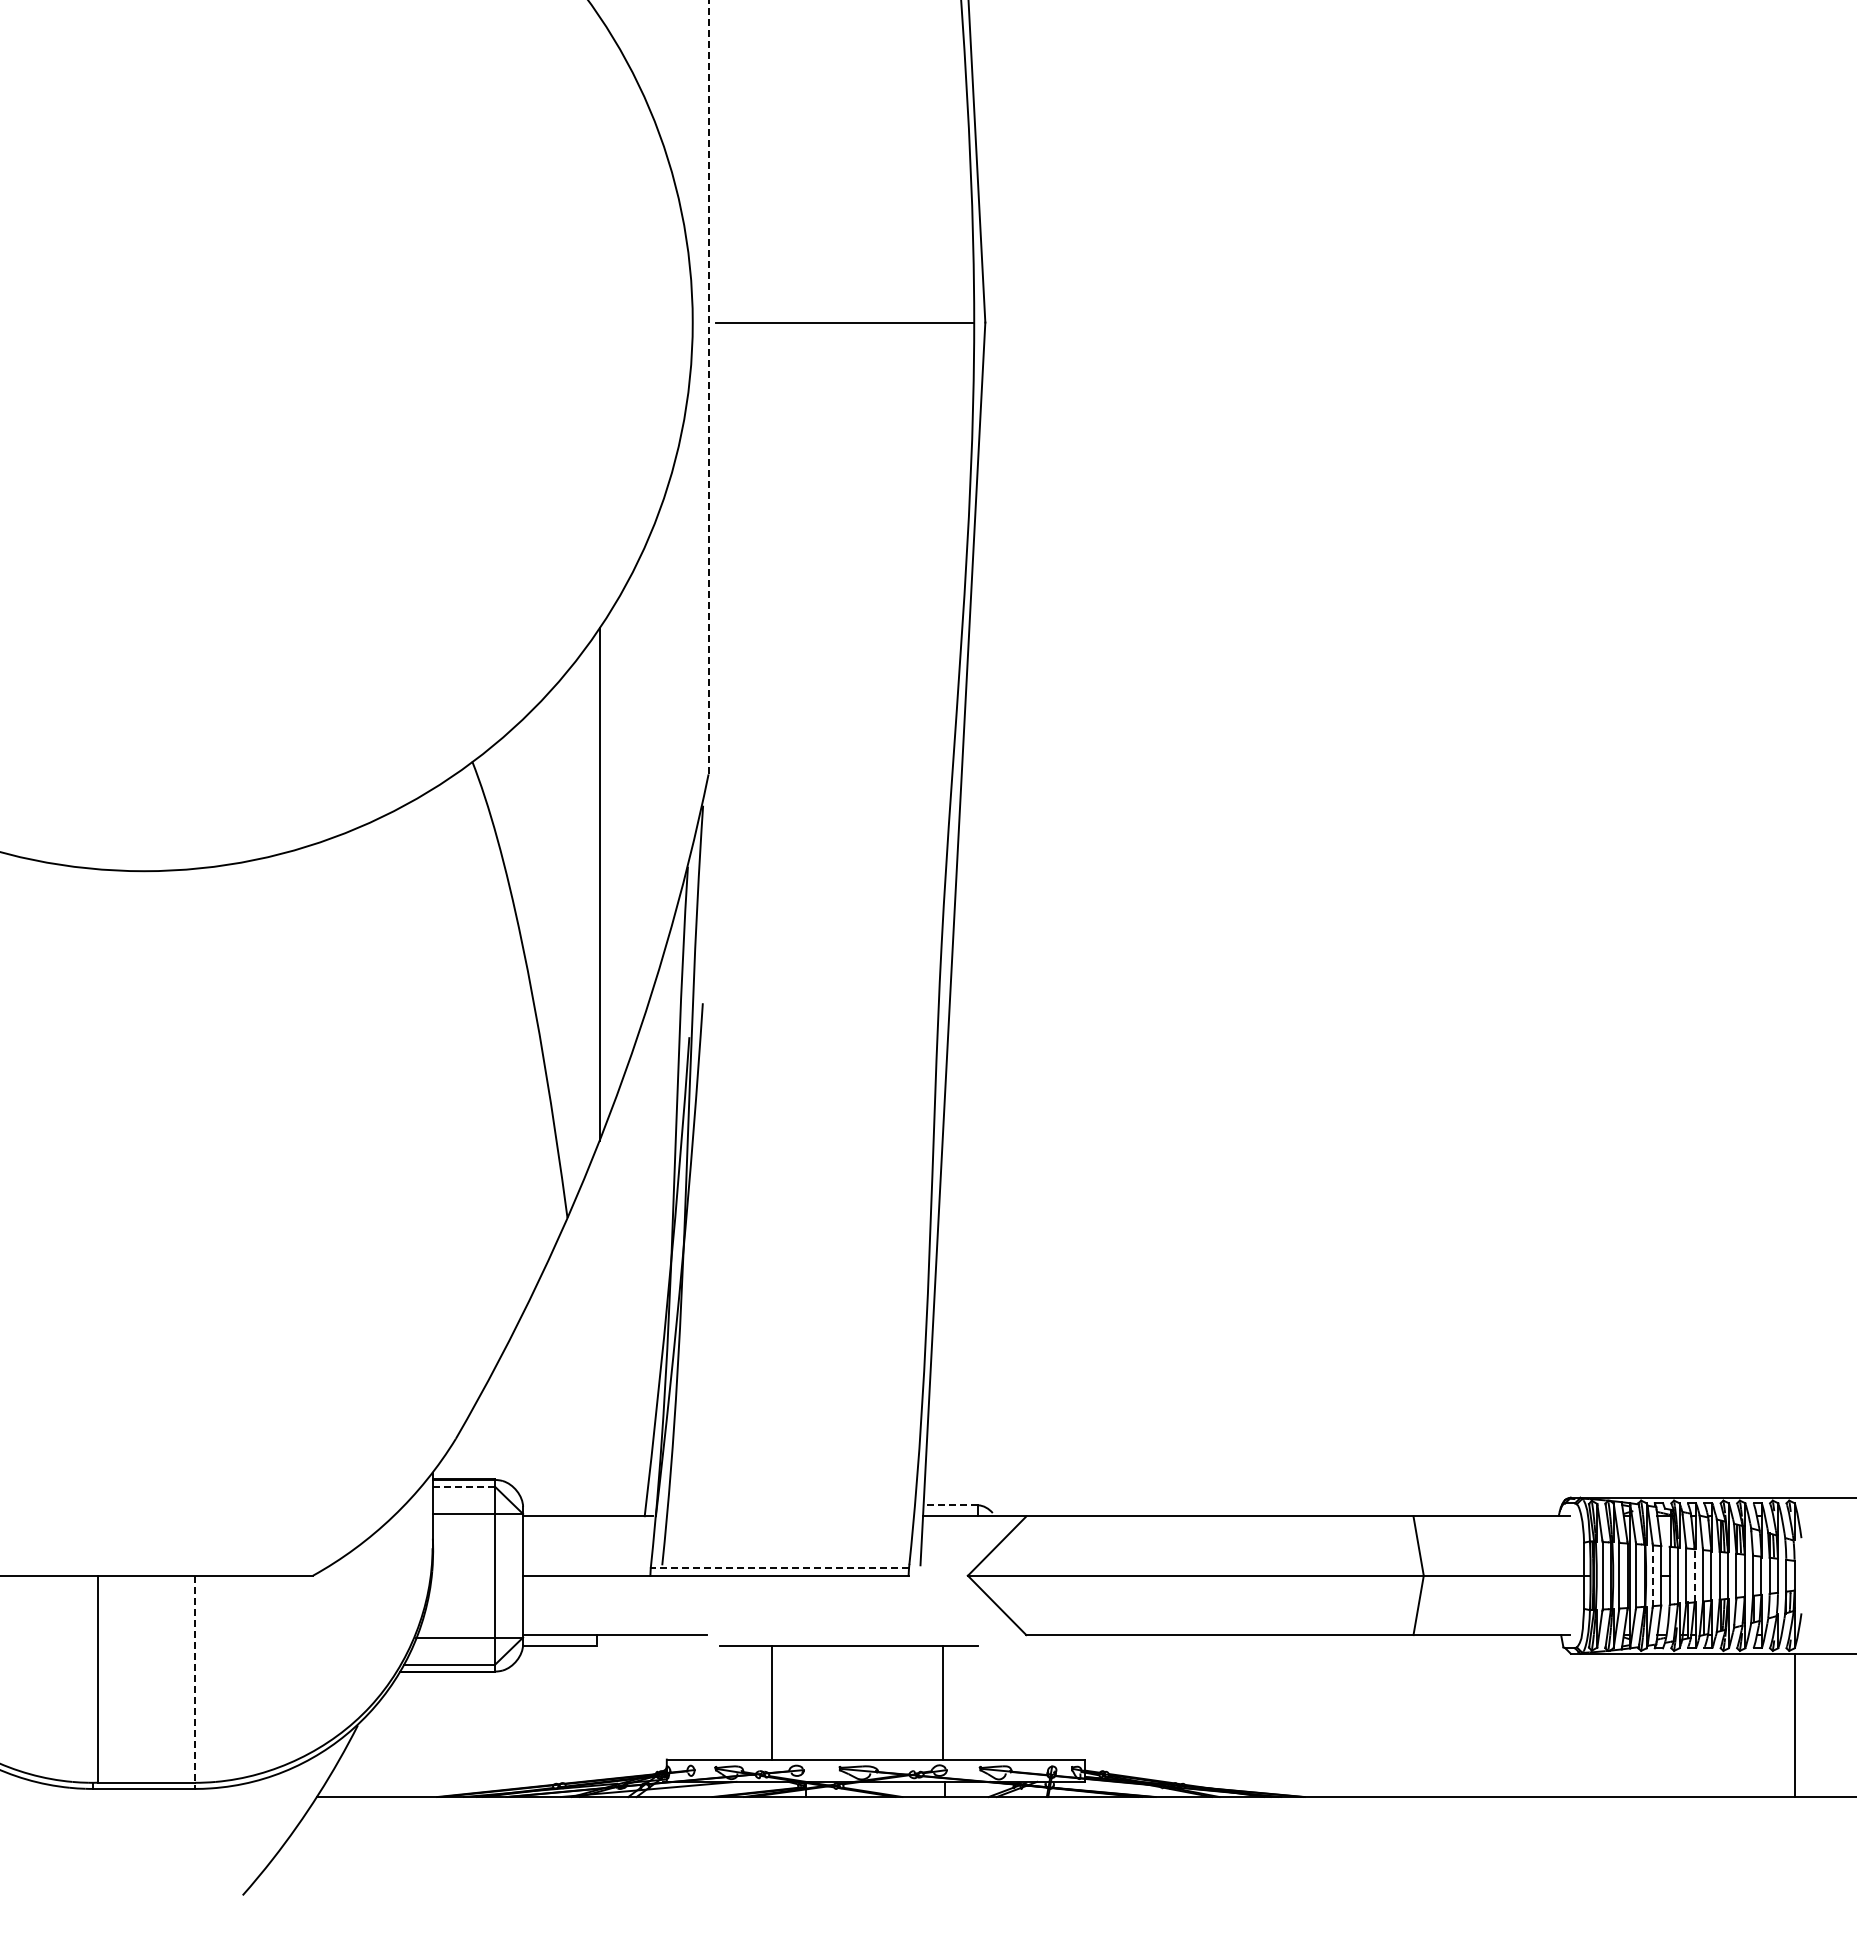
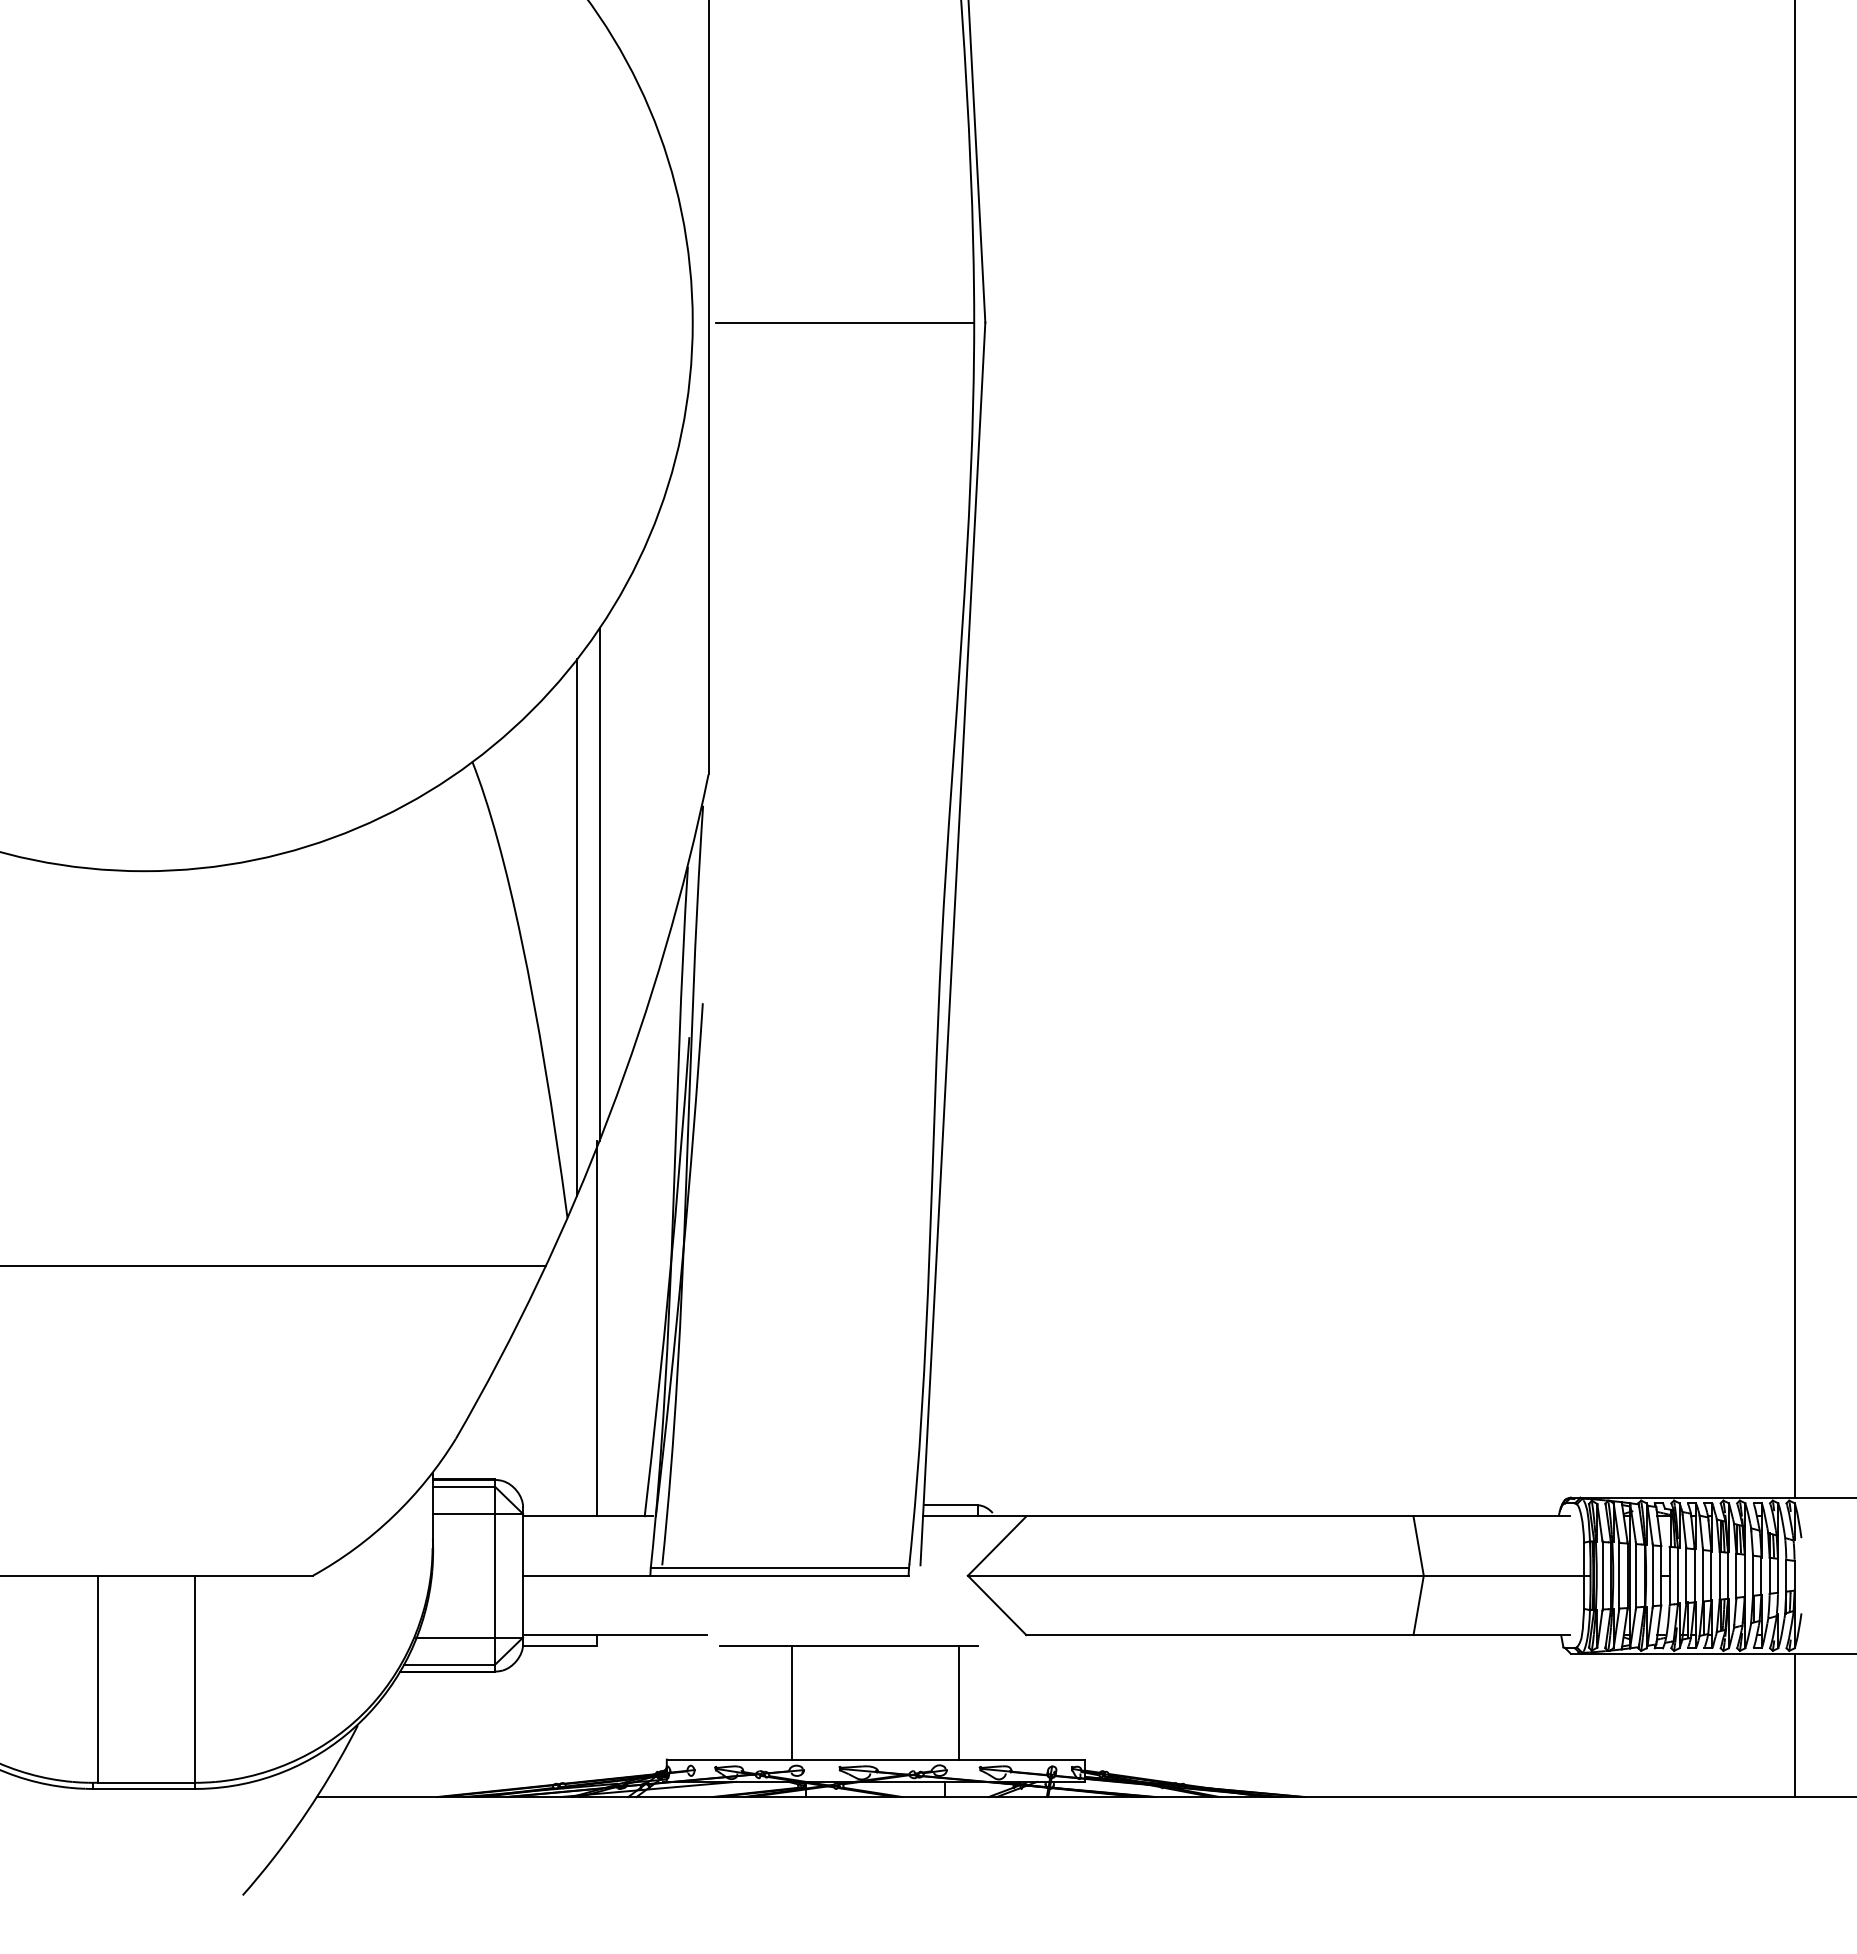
line at (708, 386): dashed -> solid
line at (1794, 749): none -> present
line at (577, 926): none -> present
line at (273, 1265): none -> present
line at (597, 1328): none -> present
line at (463, 1486): dashed -> solid
line at (950, 1505): dashed -> solid
line at (779, 1568): dashed -> solid
line at (1694, 1575): dashed -> solid
line at (1652, 1576): dashed -> solid
line at (195, 1682): dashed -> solid
line at (772, 1702) position: (772, 1702) -> (792, 1702)
line at (943, 1702) position: (943, 1702) -> (959, 1702)
